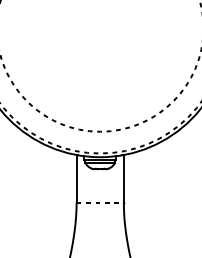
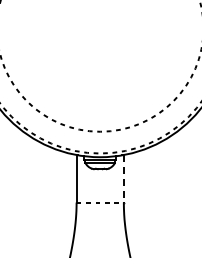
line at (123, 178): solid -> dashed
